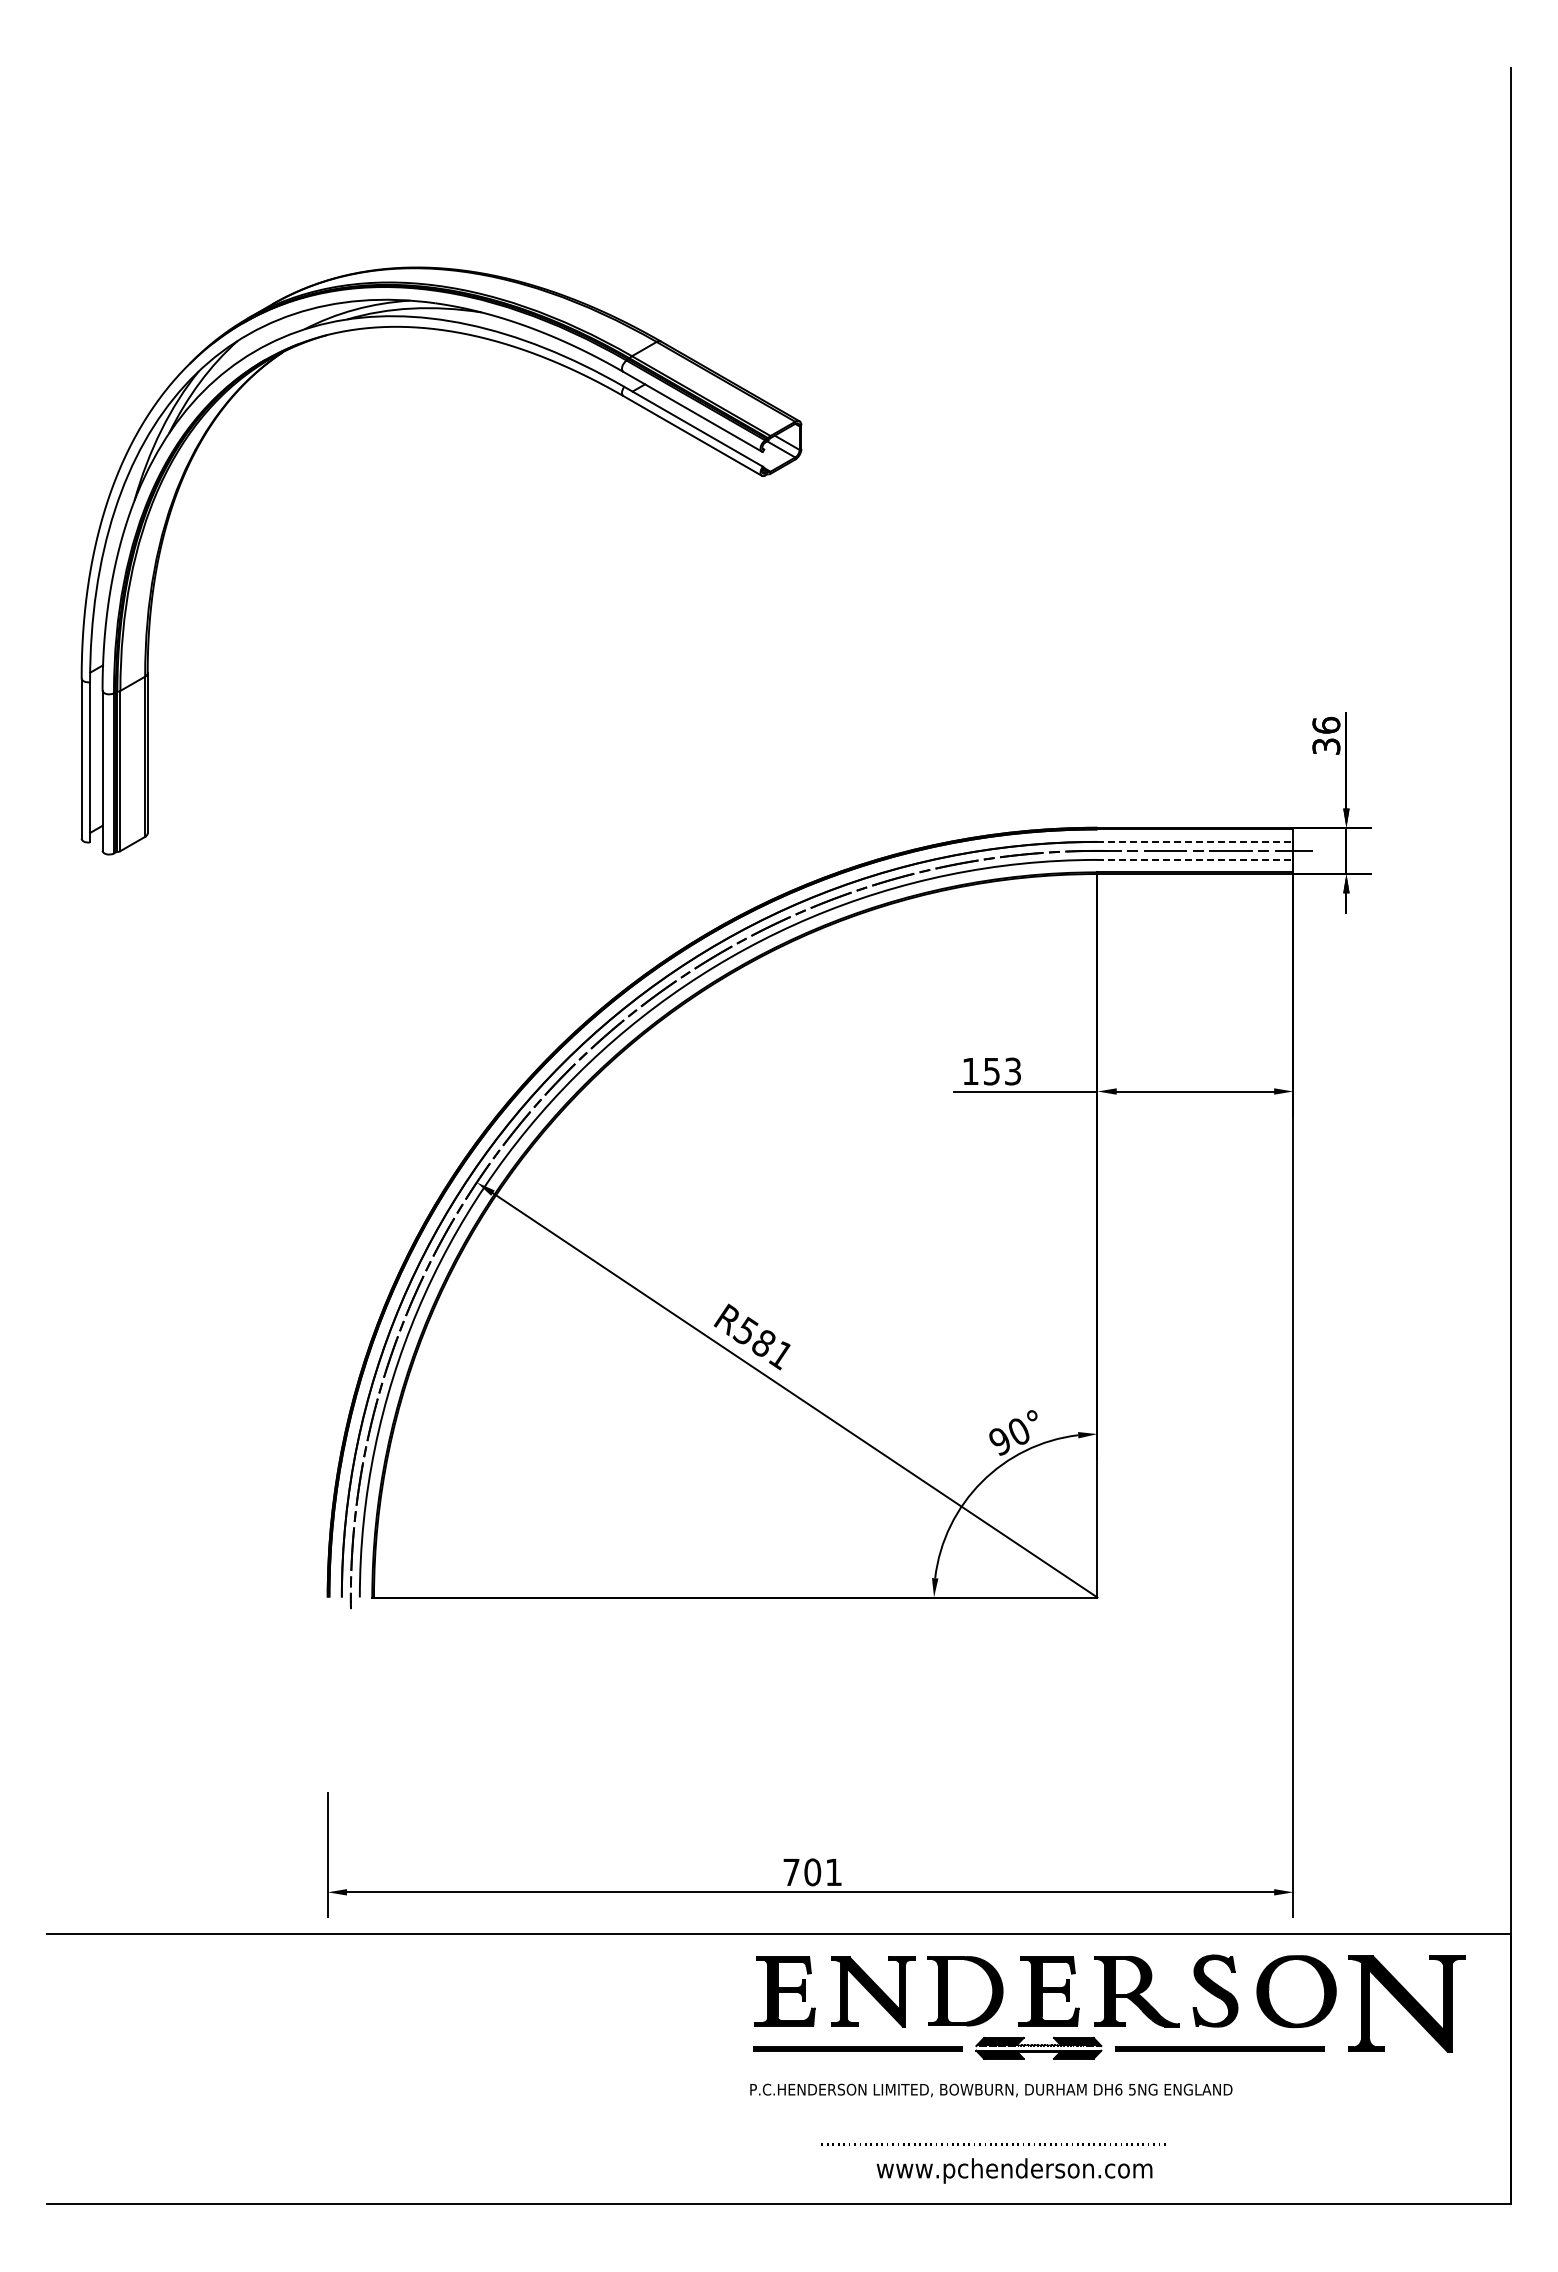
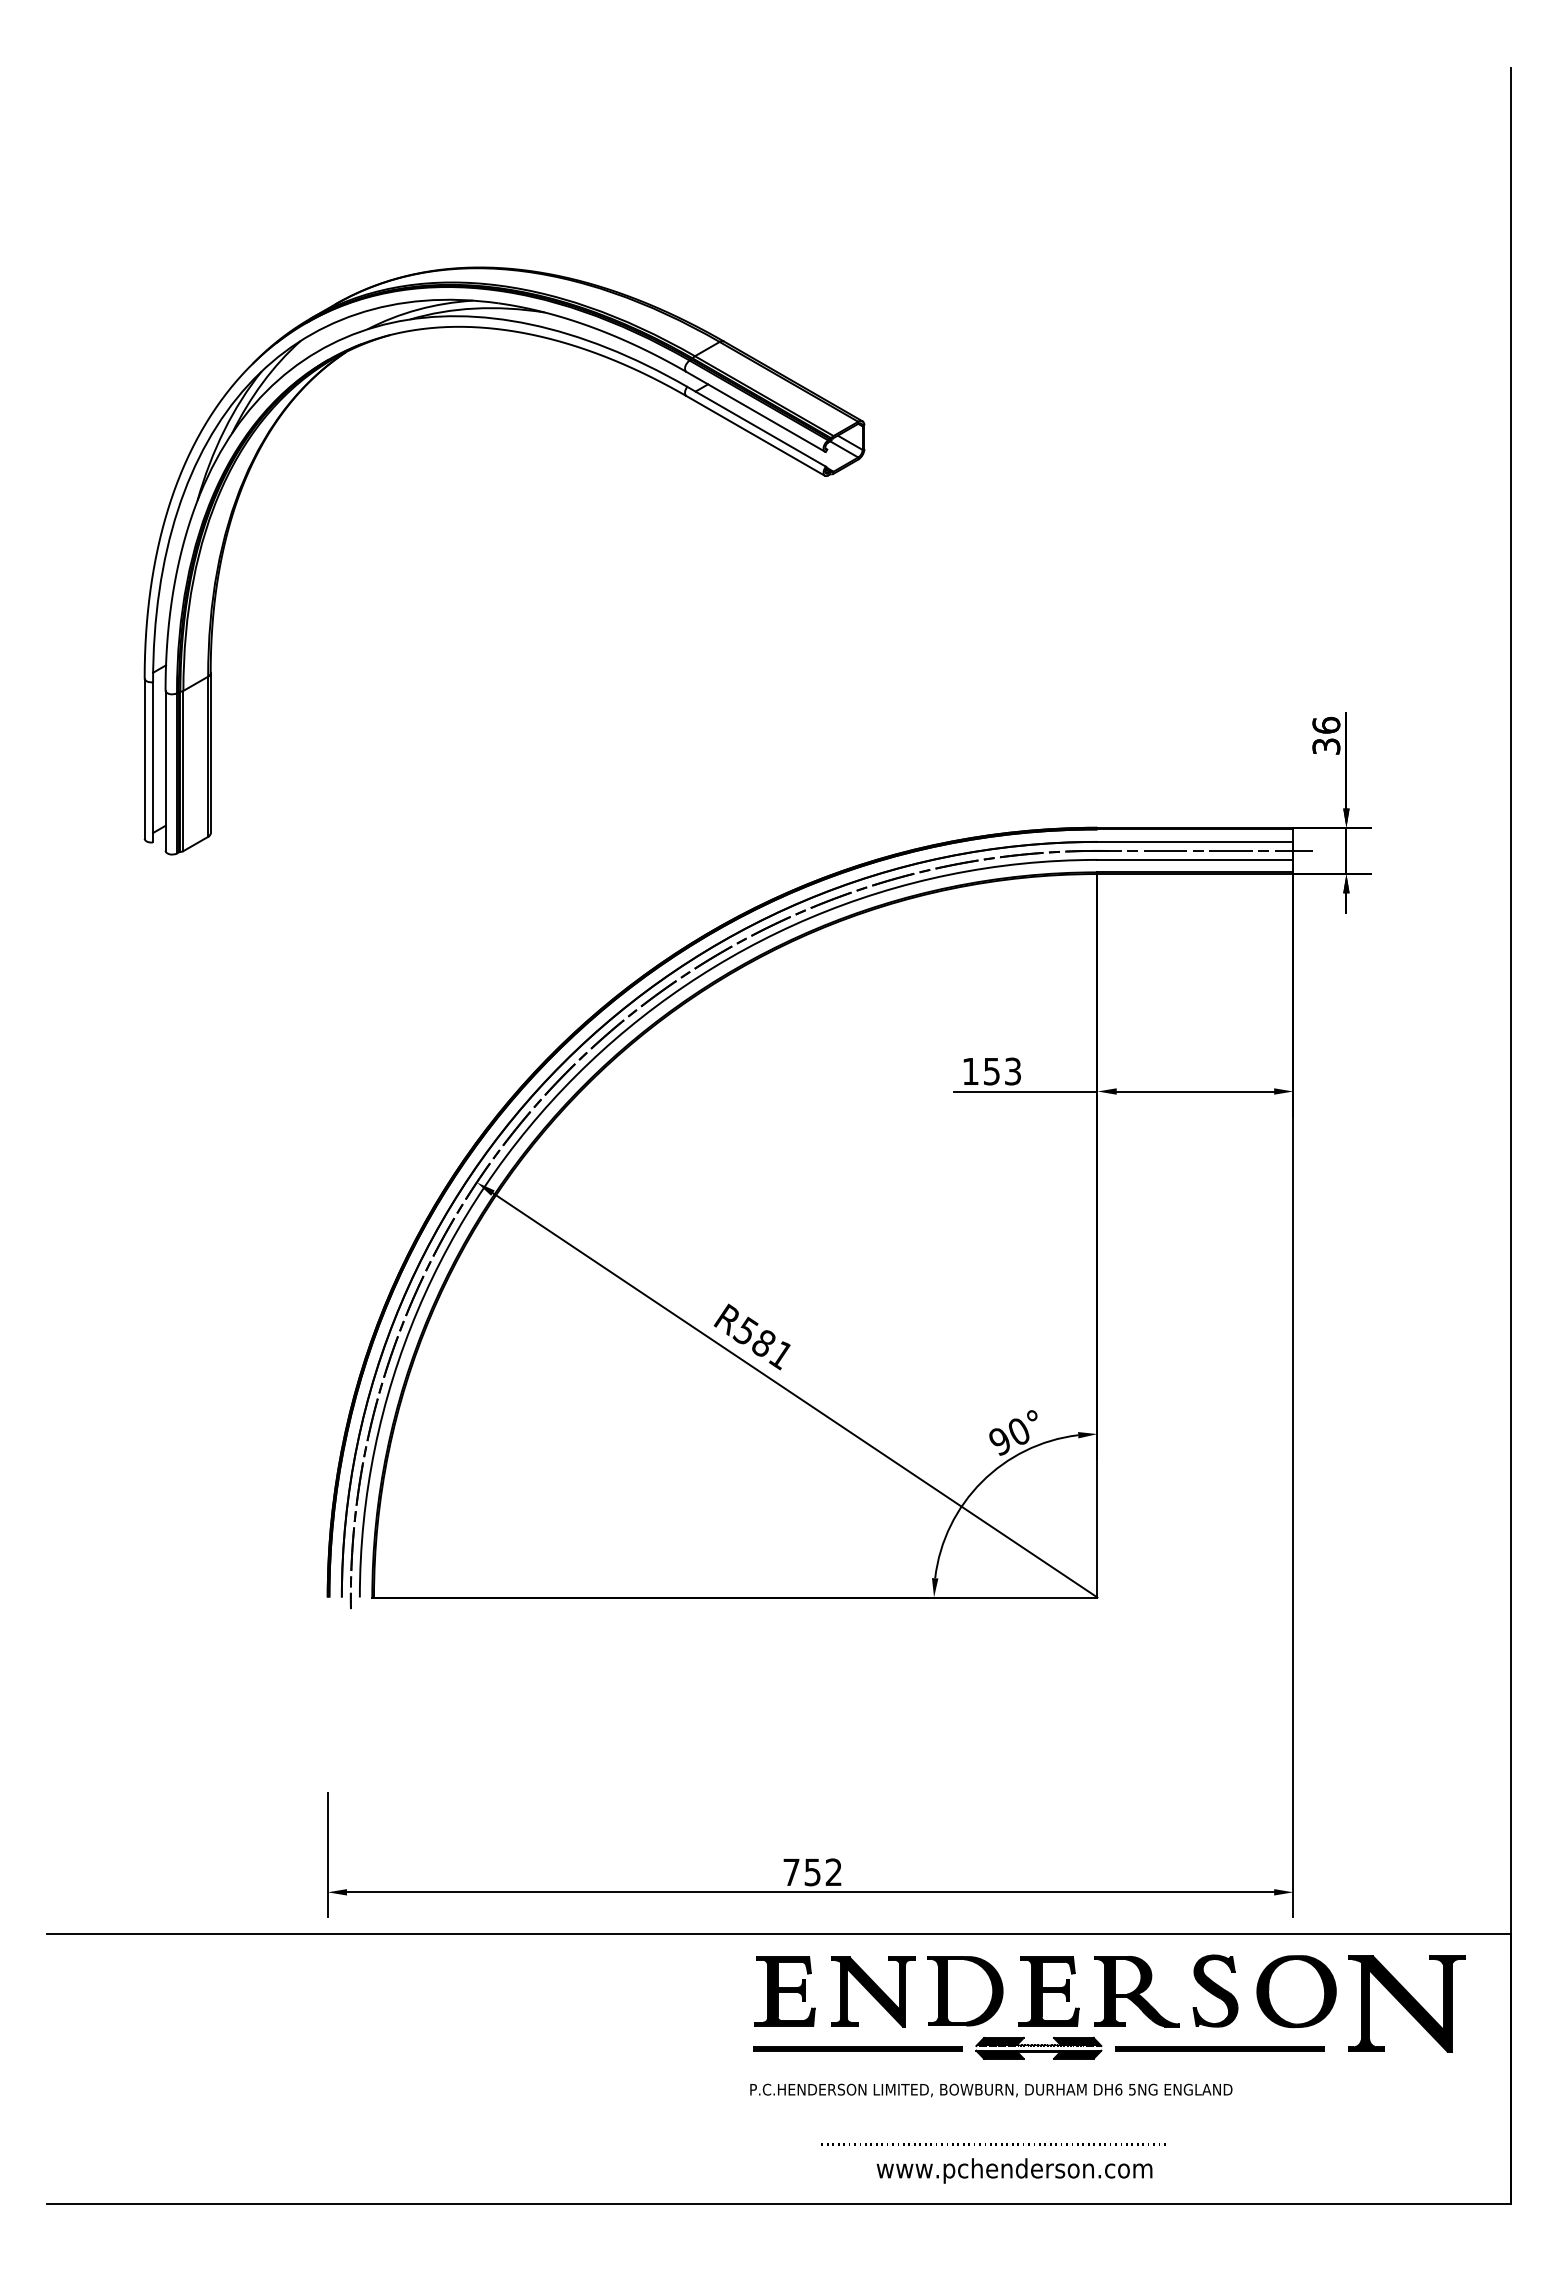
part at (502, 344) position: (502, 344) -> (565, 344)
line at (1195, 841): dashed -> solid
line at (1195, 859): dashed -> solid
text at (822, 1872): 701 -> 752
